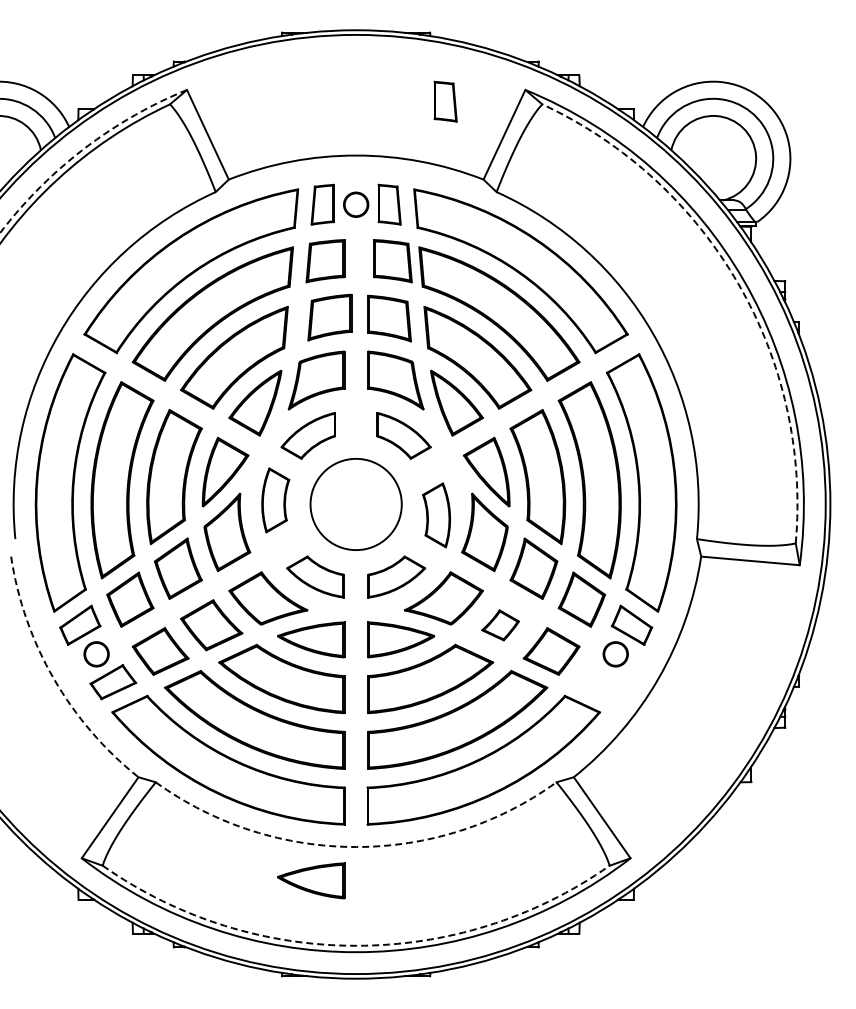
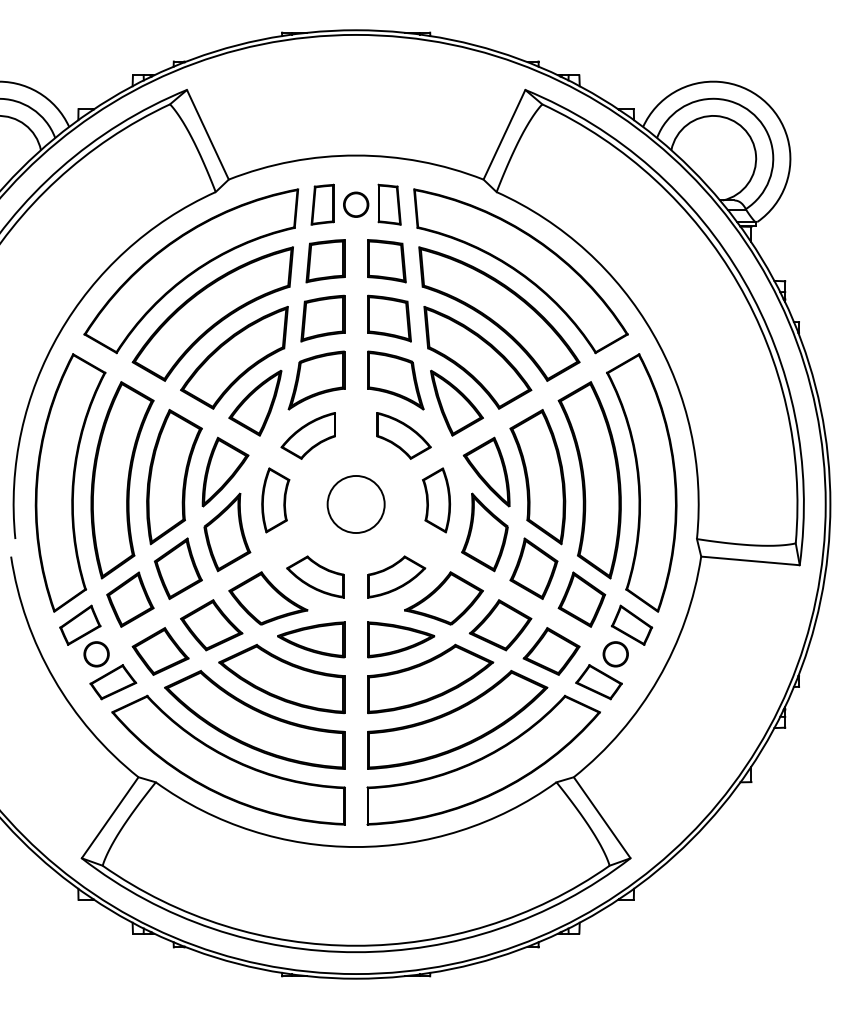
part at (445, 101): present -> none
arc at (82, 149): dashed -> solid
part at (392, 261) position: (392, 261) -> (386, 261)
arc at (738, 283): dashed -> solid
part at (329, 317) position: (329, 317) -> (322, 318)
circle at (355, 504) diameter: 91 px -> 57 px
part at (436, 515) position: (436, 515) -> (436, 500)
part at (500, 625) size: 39x33 px -> 65x53 px
arc at (53, 678): dashed -> solid
part at (598, 682): none -> present
arc at (356, 847): dashed -> solid
part at (311, 880): present -> none
arc at (356, 945): dashed -> solid
